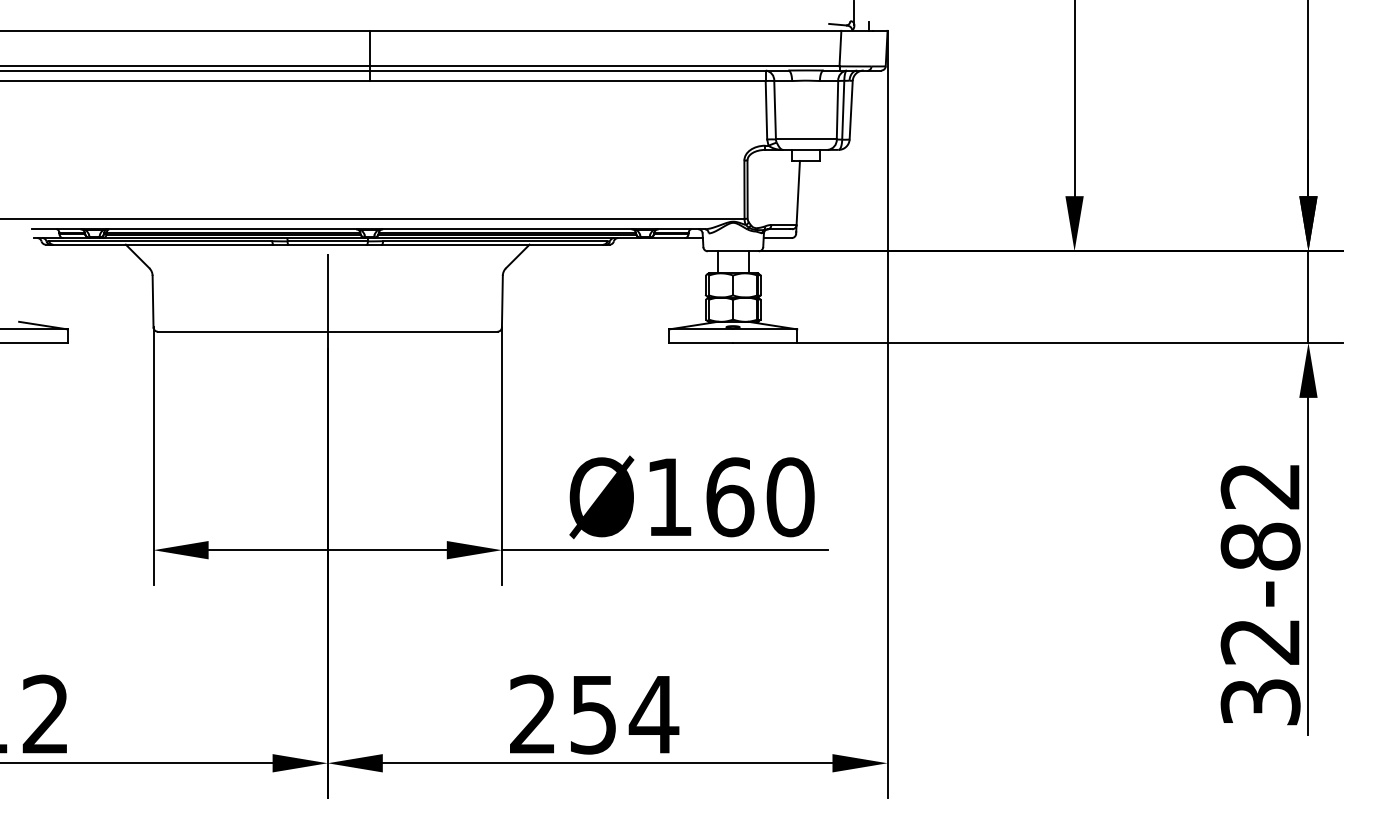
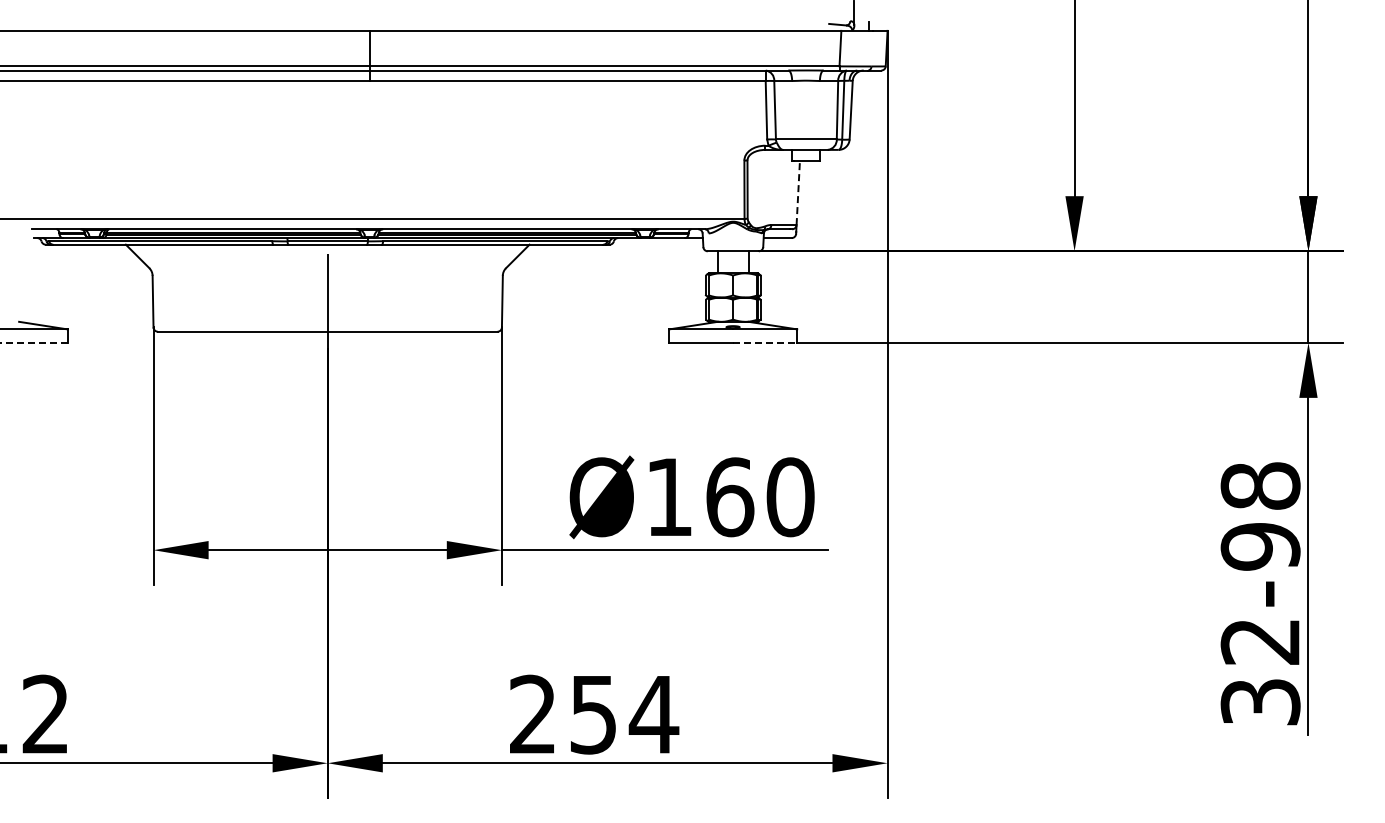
line at (798, 192): solid -> dashed
line at (34, 342): solid -> dashed
line at (765, 342): solid -> dashed
text at (1260, 516): 32-82 -> 32-98
